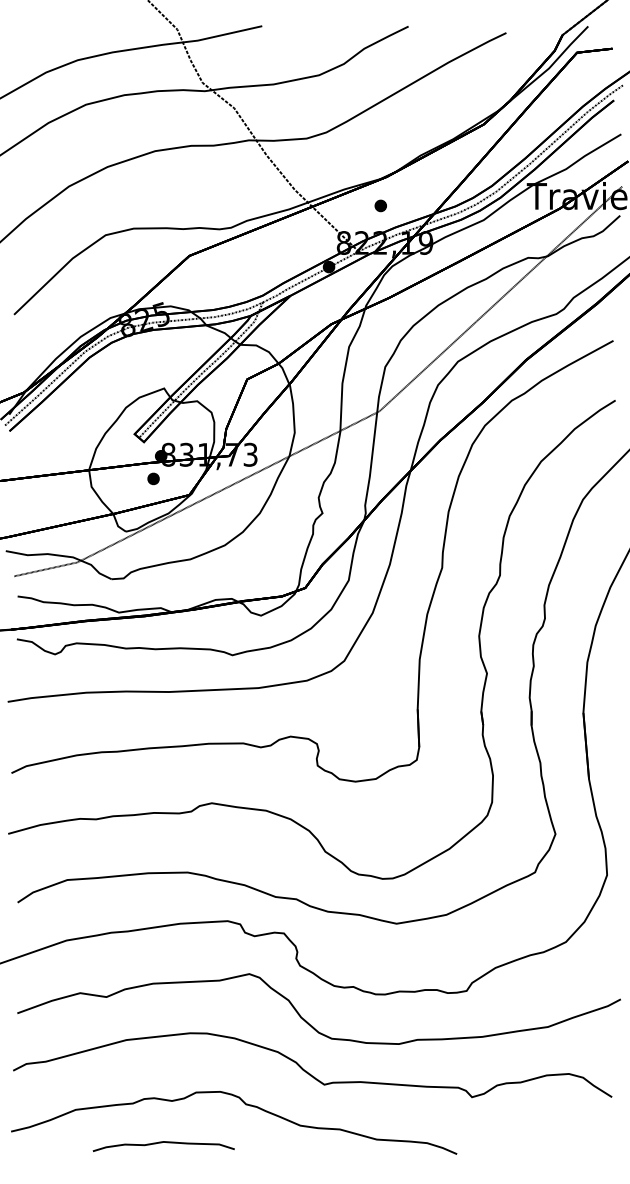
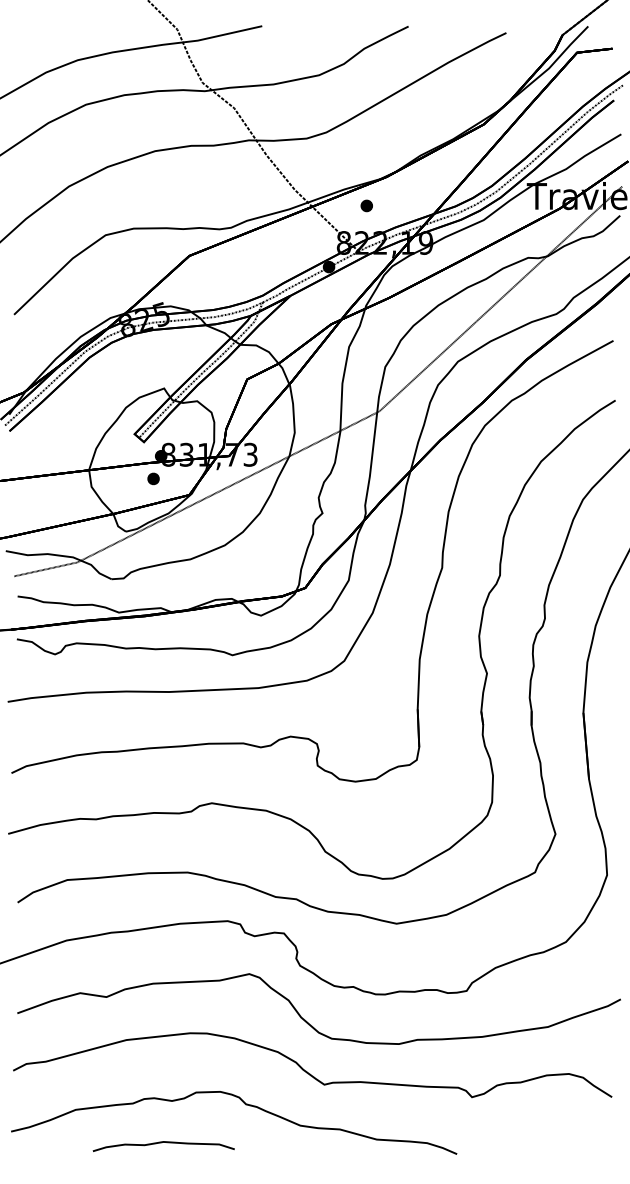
part at (380, 205) position: (380, 205) -> (366, 205)
